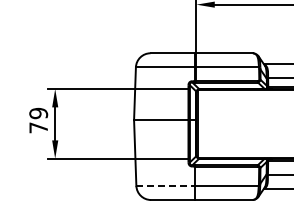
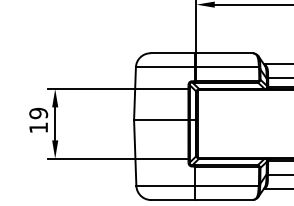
text at (38, 127): 79 -> 19
line at (165, 185): dashed -> solid
